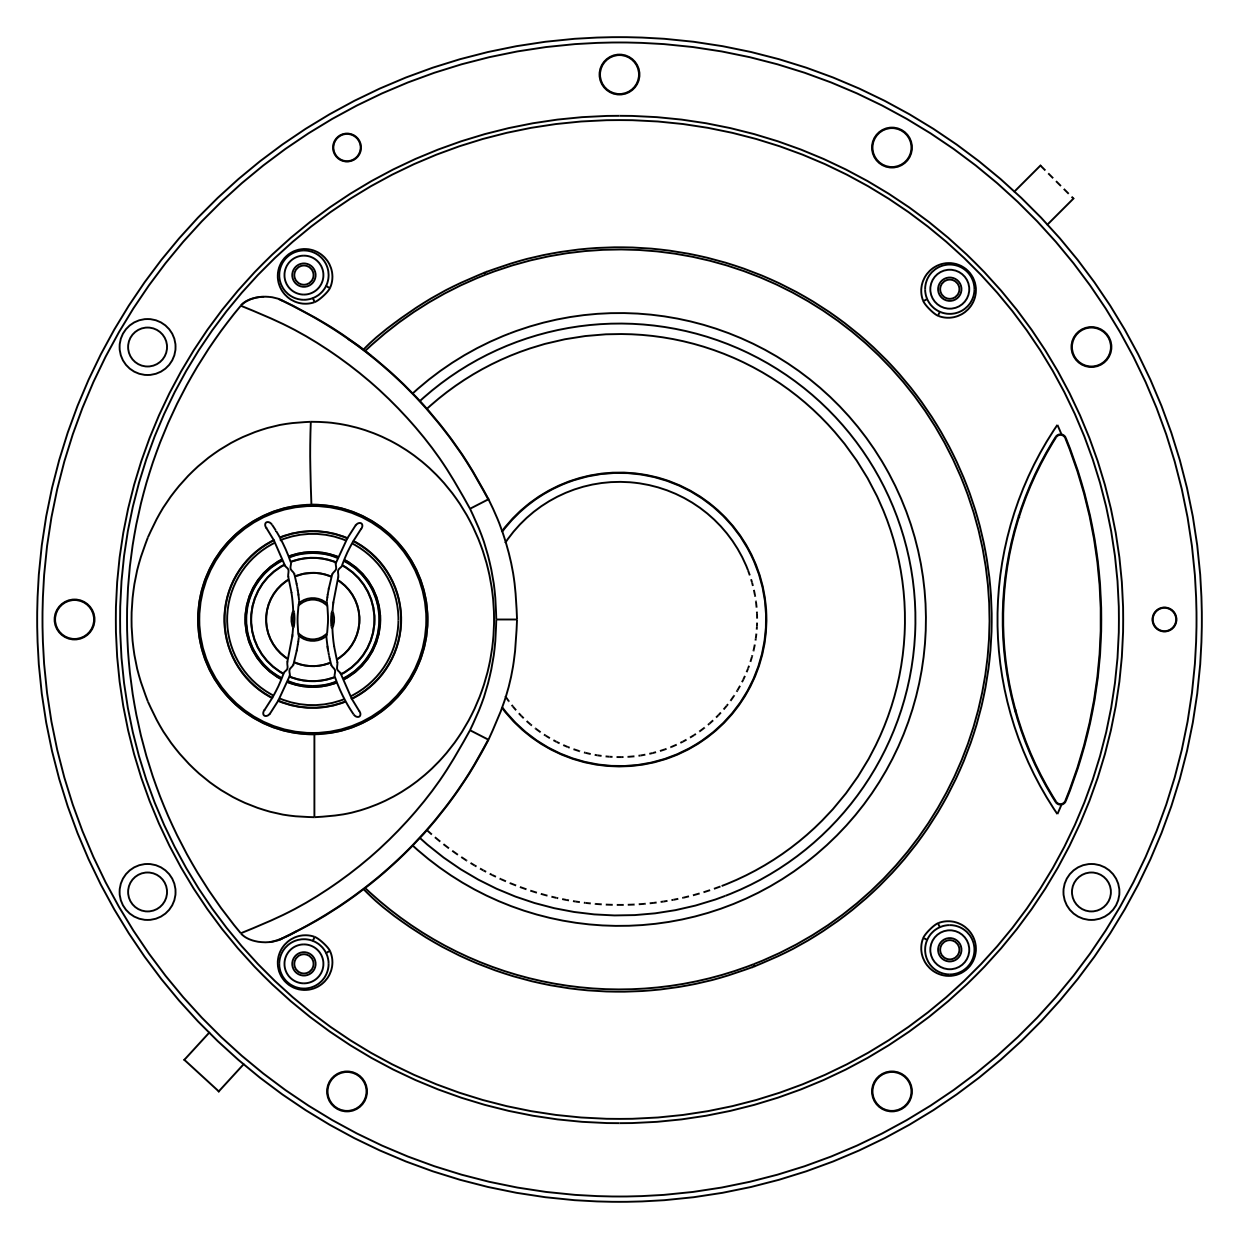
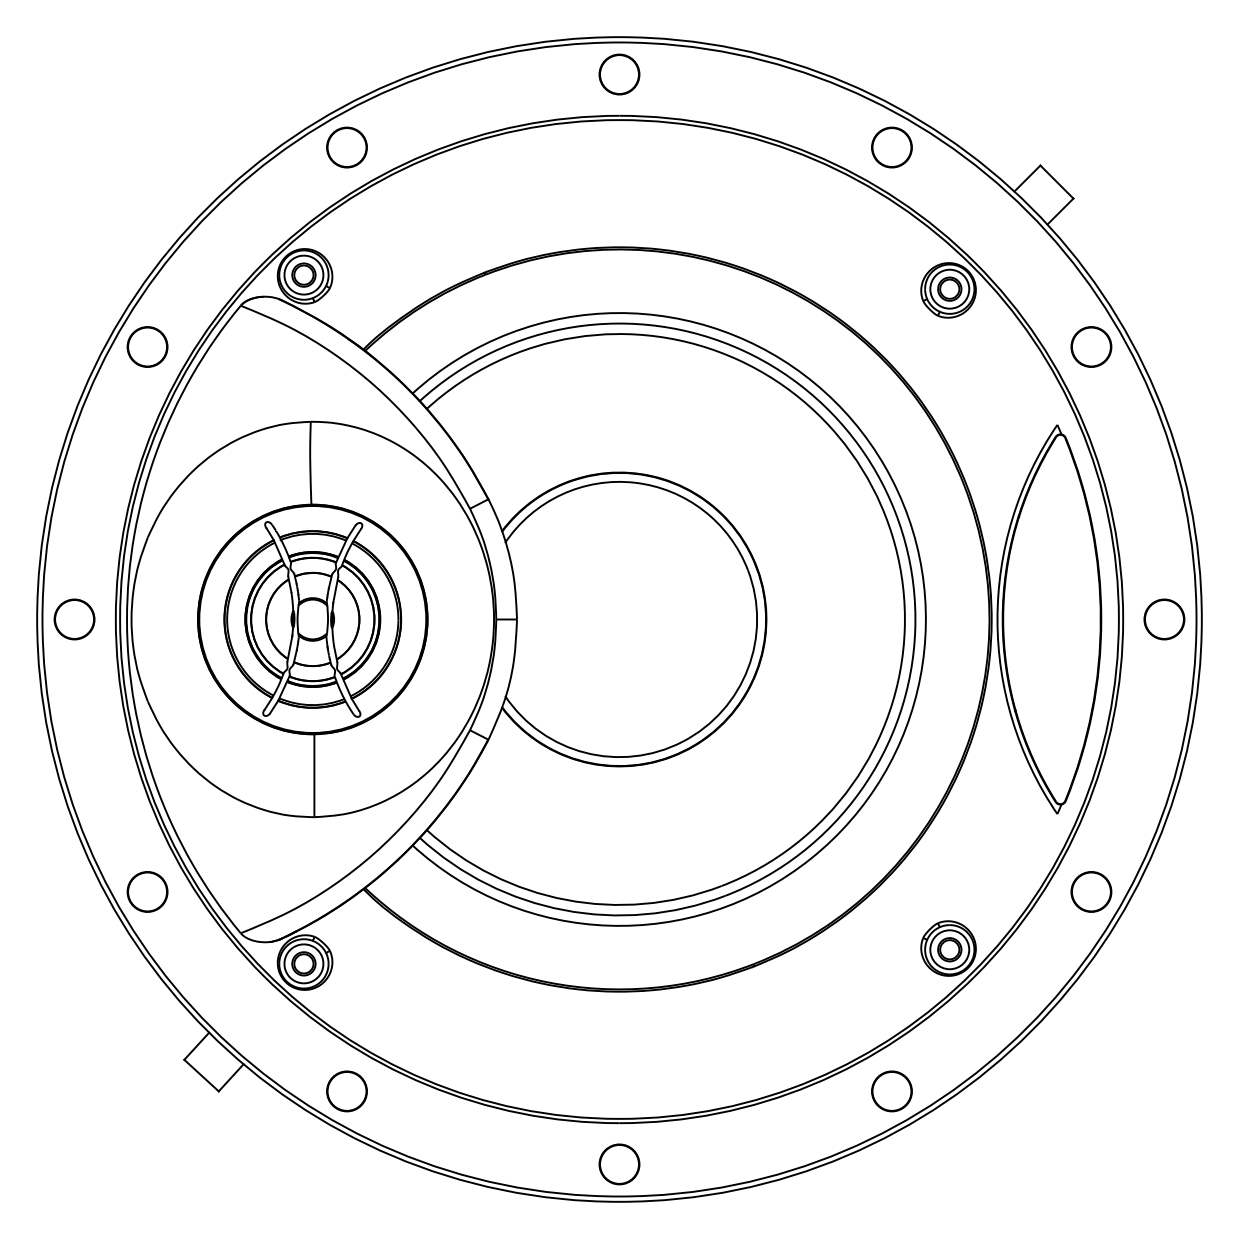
part at (346, 147) size: 30x31 px -> 42x43 px
line at (1057, 182): dashed -> solid
circle at (147, 347) diameter: 56 px -> 40 px
part at (1164, 619) size: 27x27 px -> 43x43 px
arc at (682, 741): dashed -> solid
circle at (147, 891) diameter: 56 px -> 40 px
circle at (1091, 891) diameter: 56 px -> 40 px
arc at (566, 899): dashed -> solid
part at (619, 1164): none -> present
